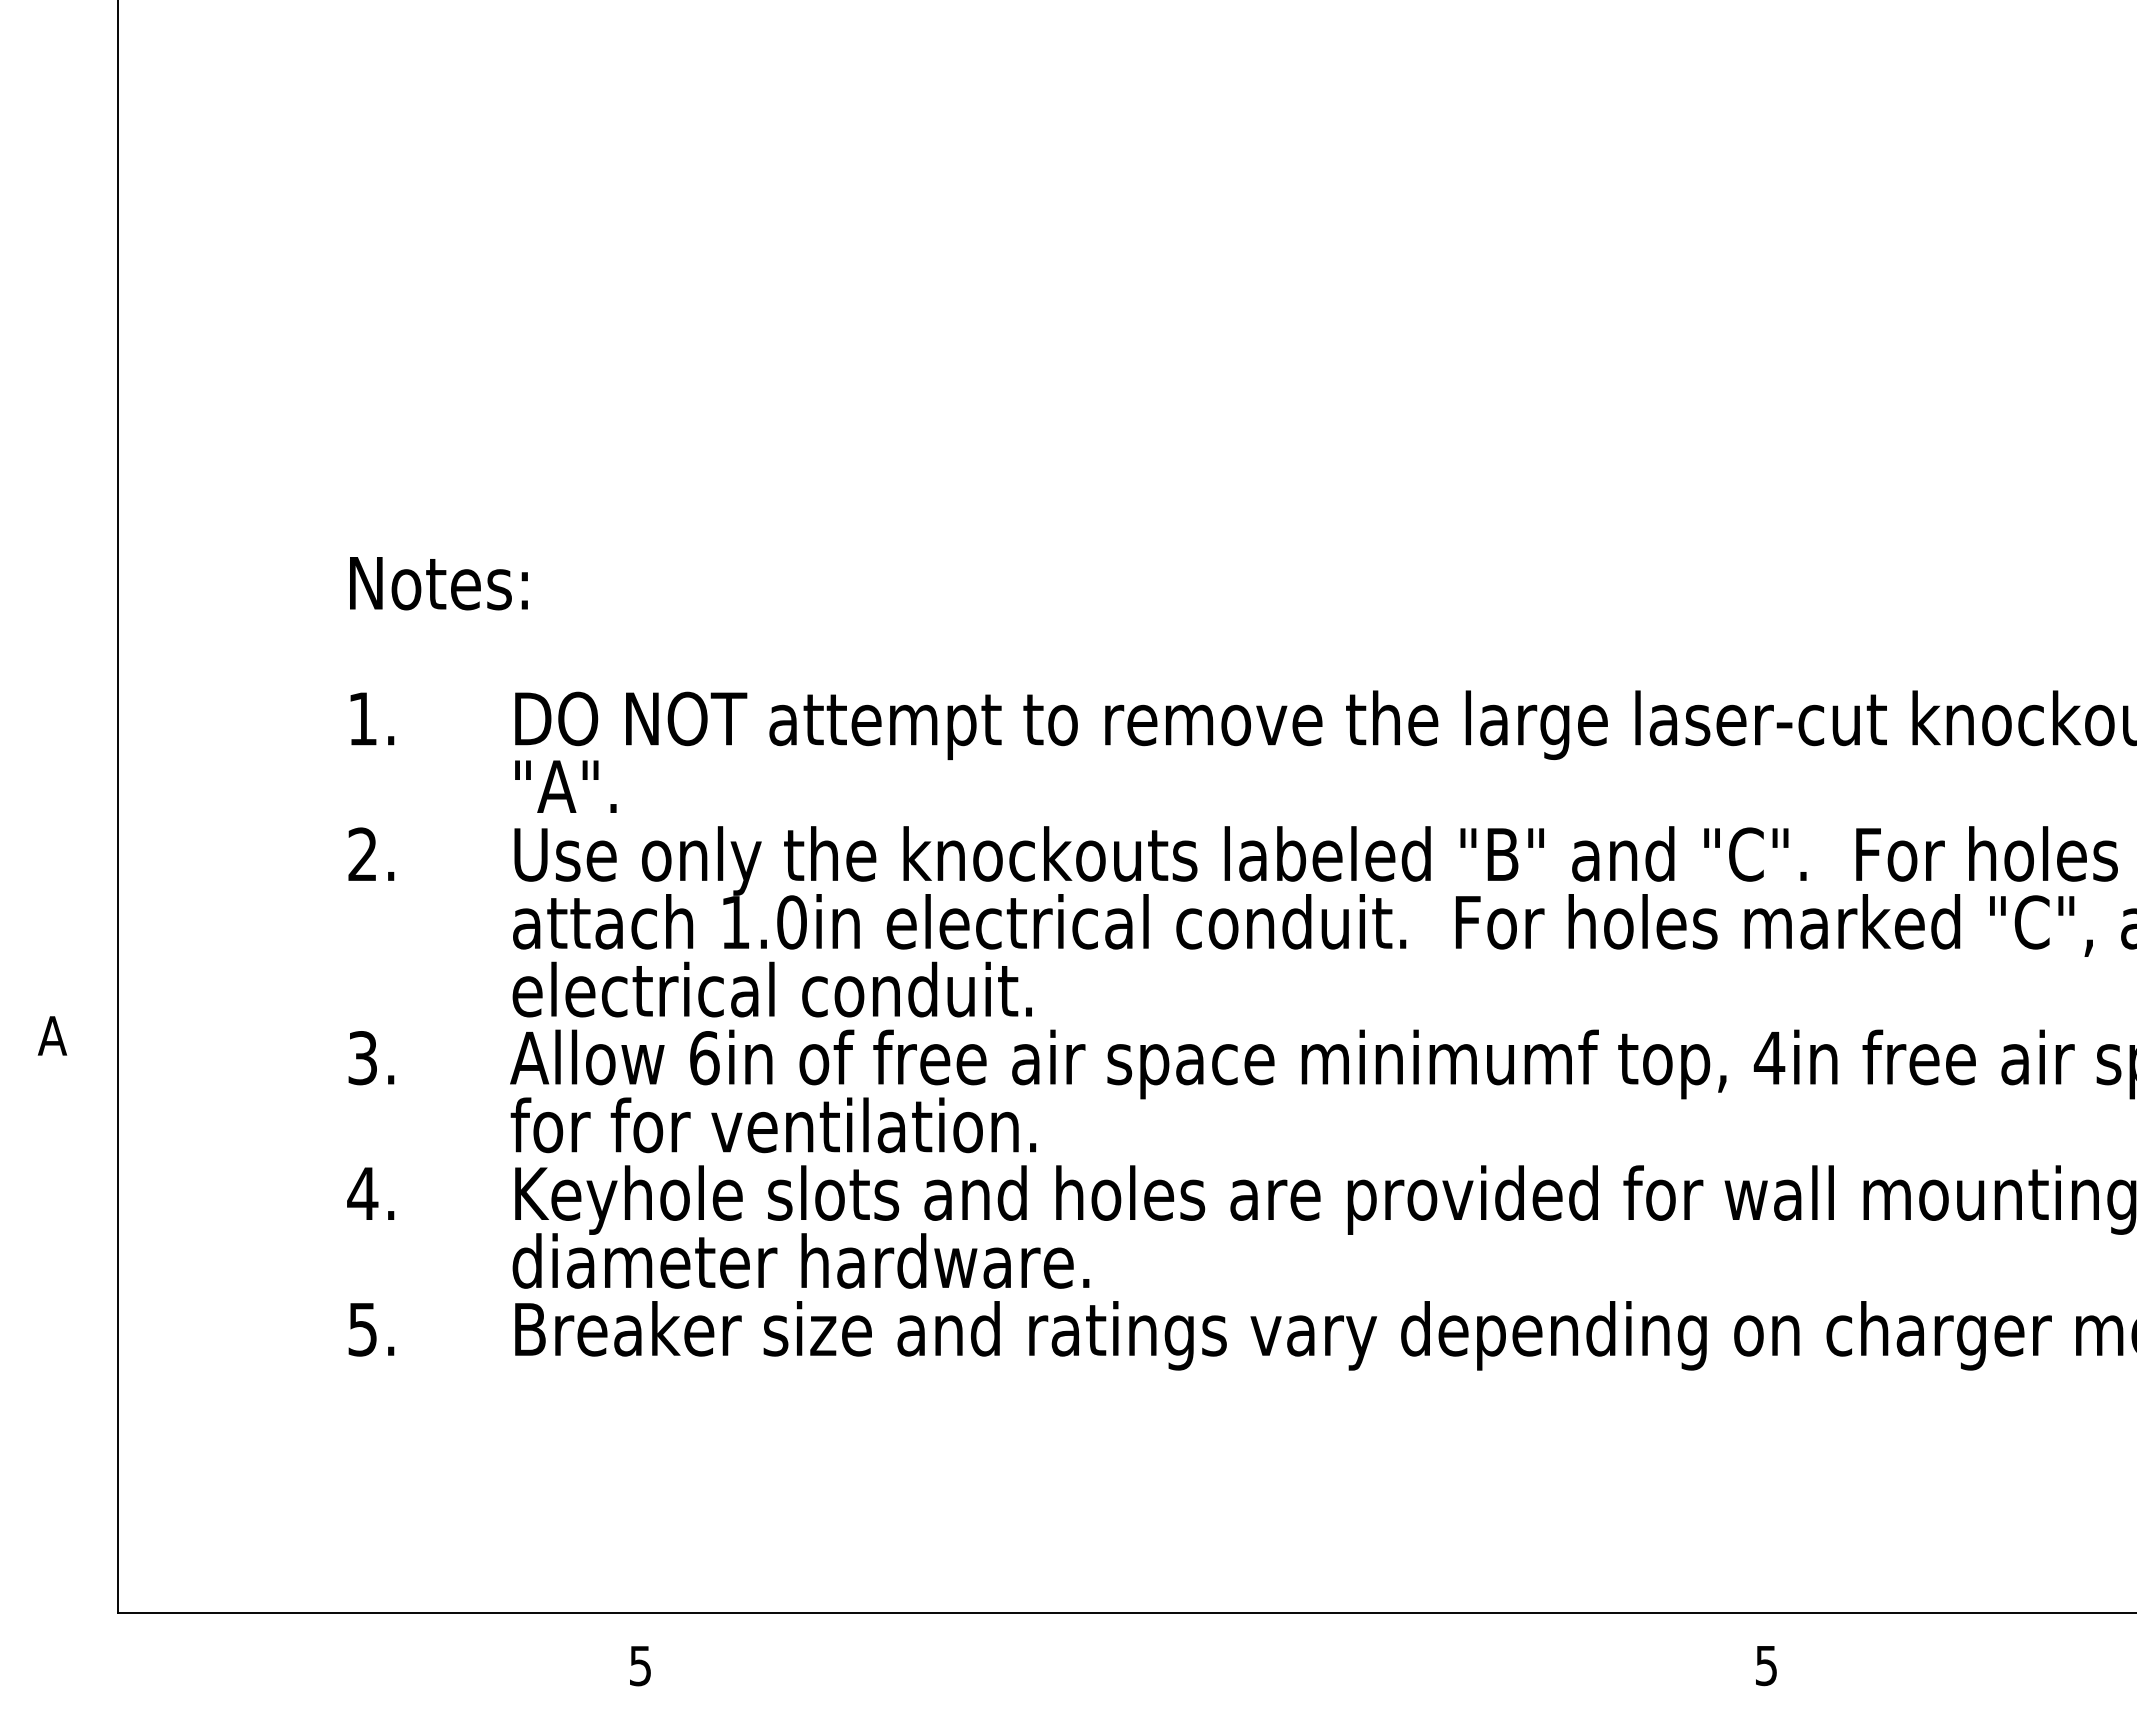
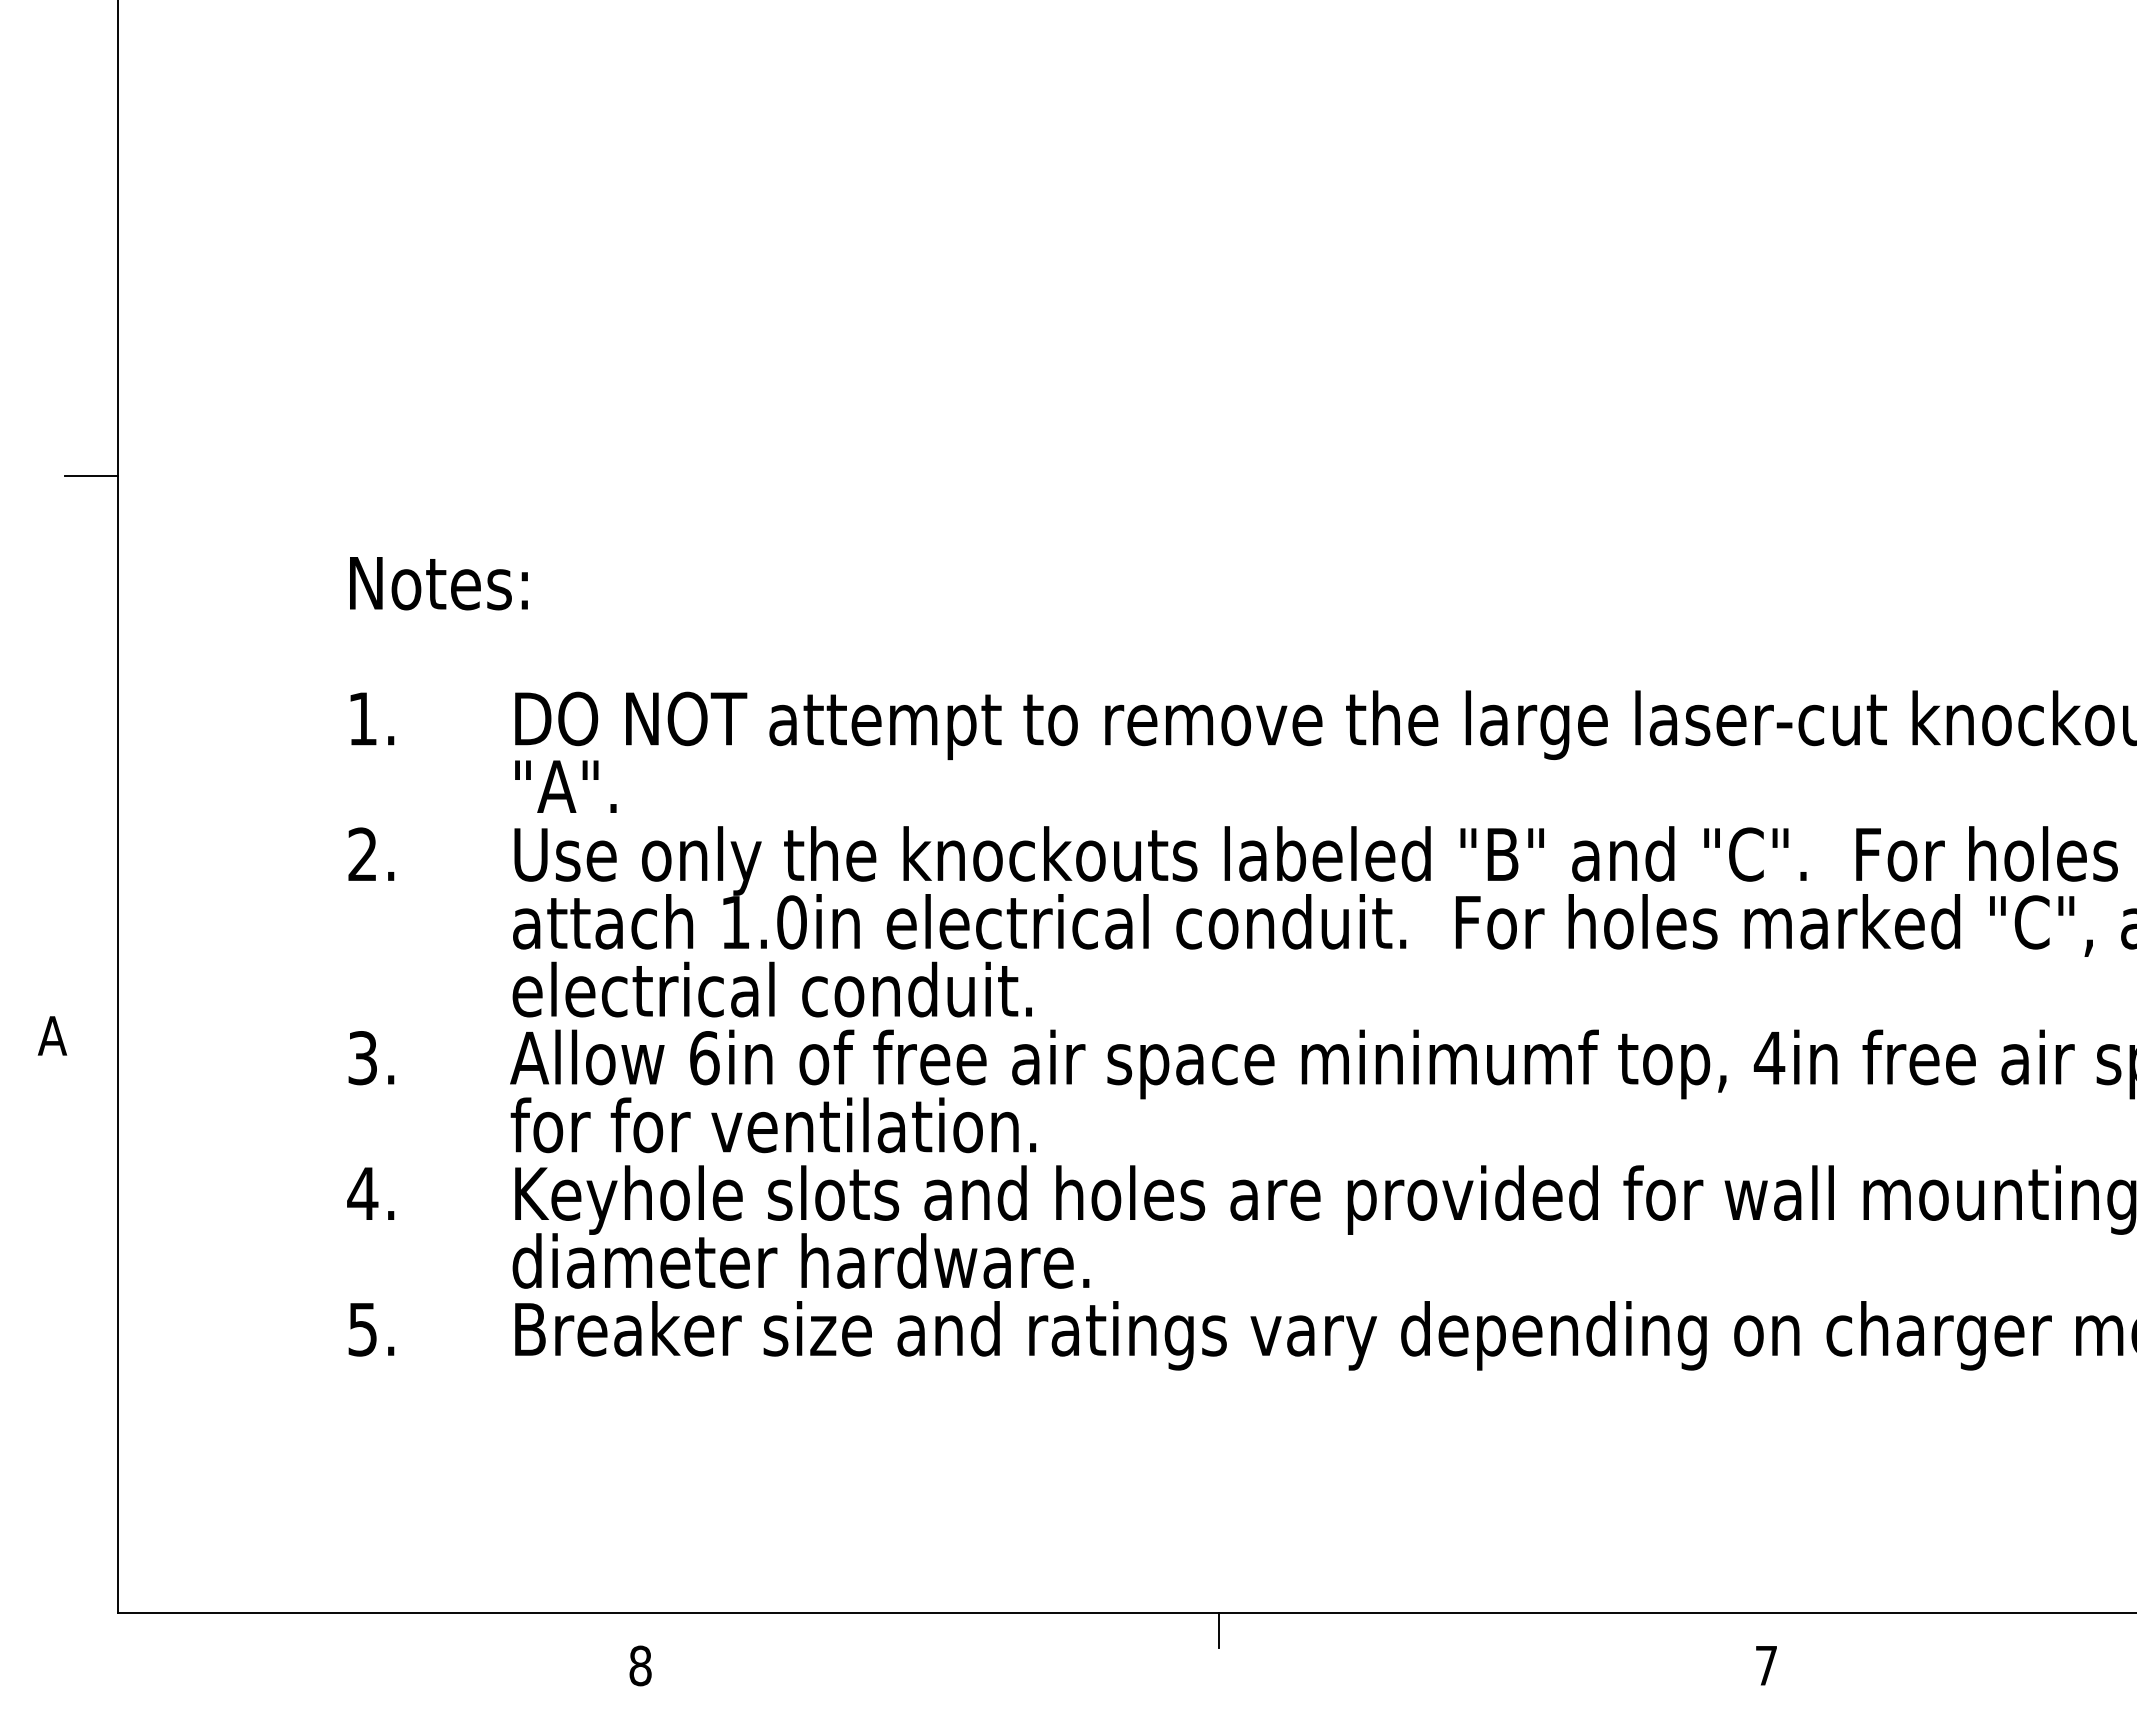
line at (91, 475): none -> present
line at (1219, 1630): none -> present
text at (640, 1665): 5 -> 8
text at (1766, 1666): 5 -> 7
